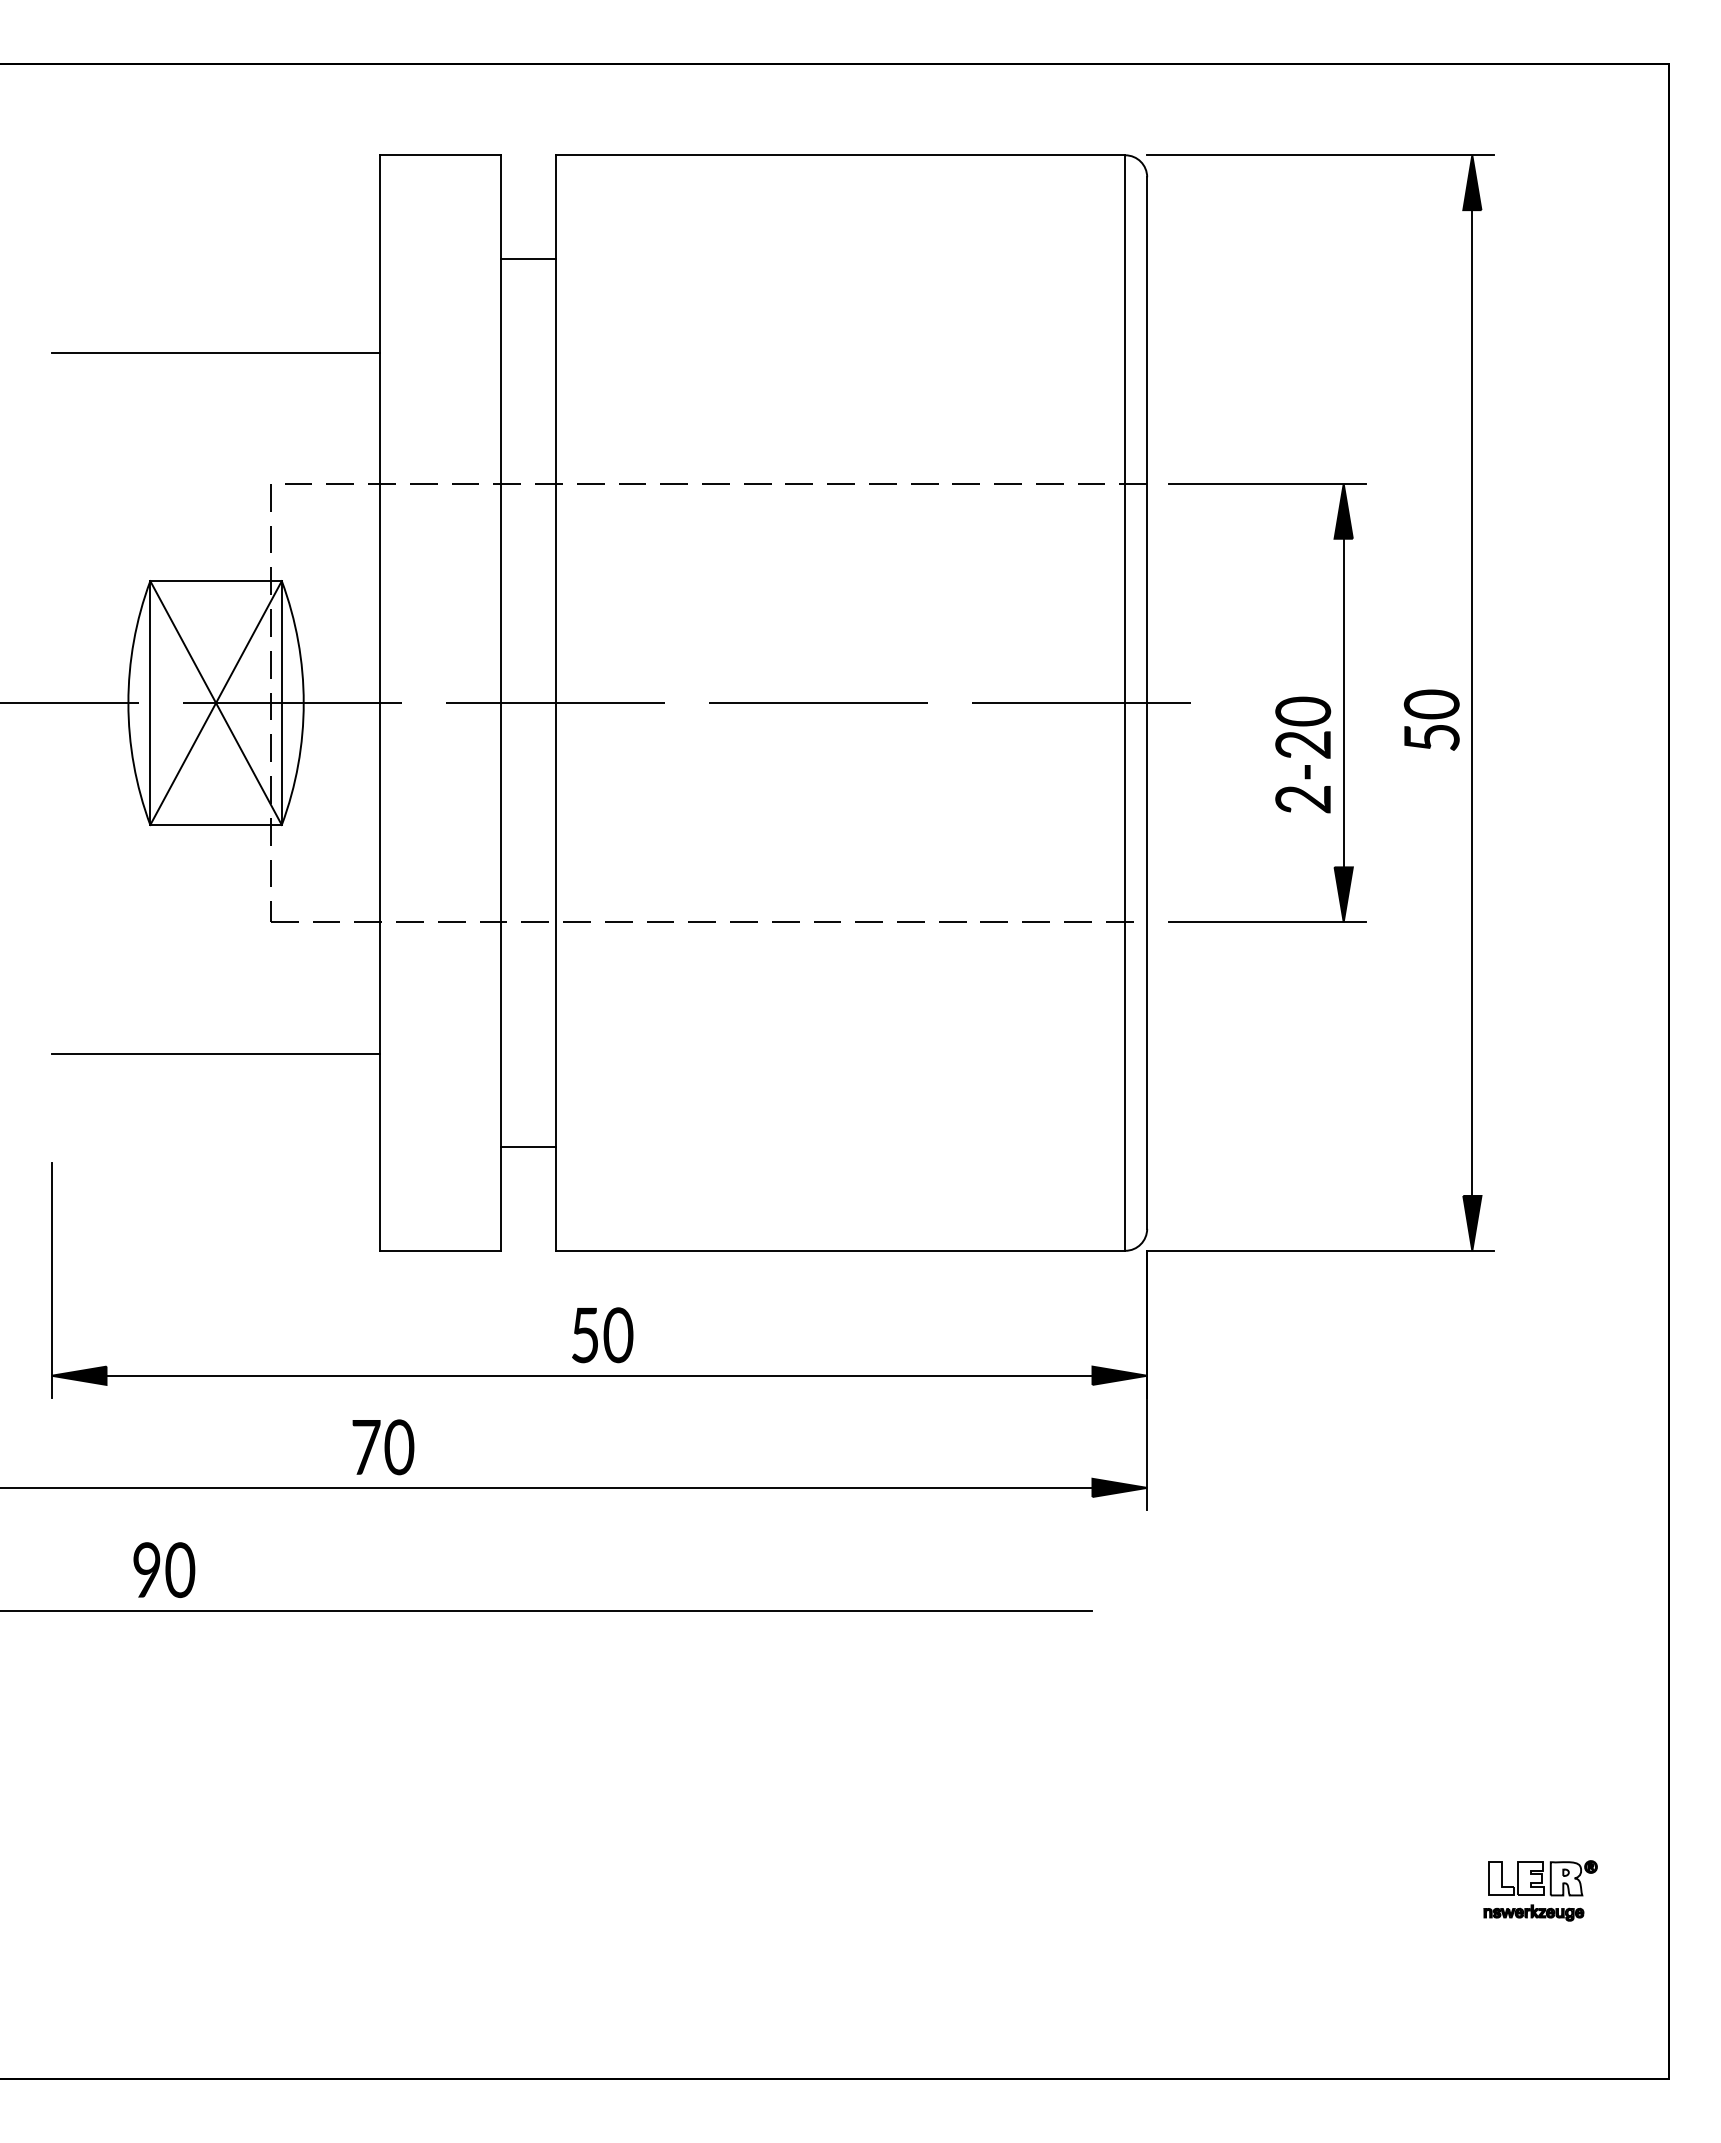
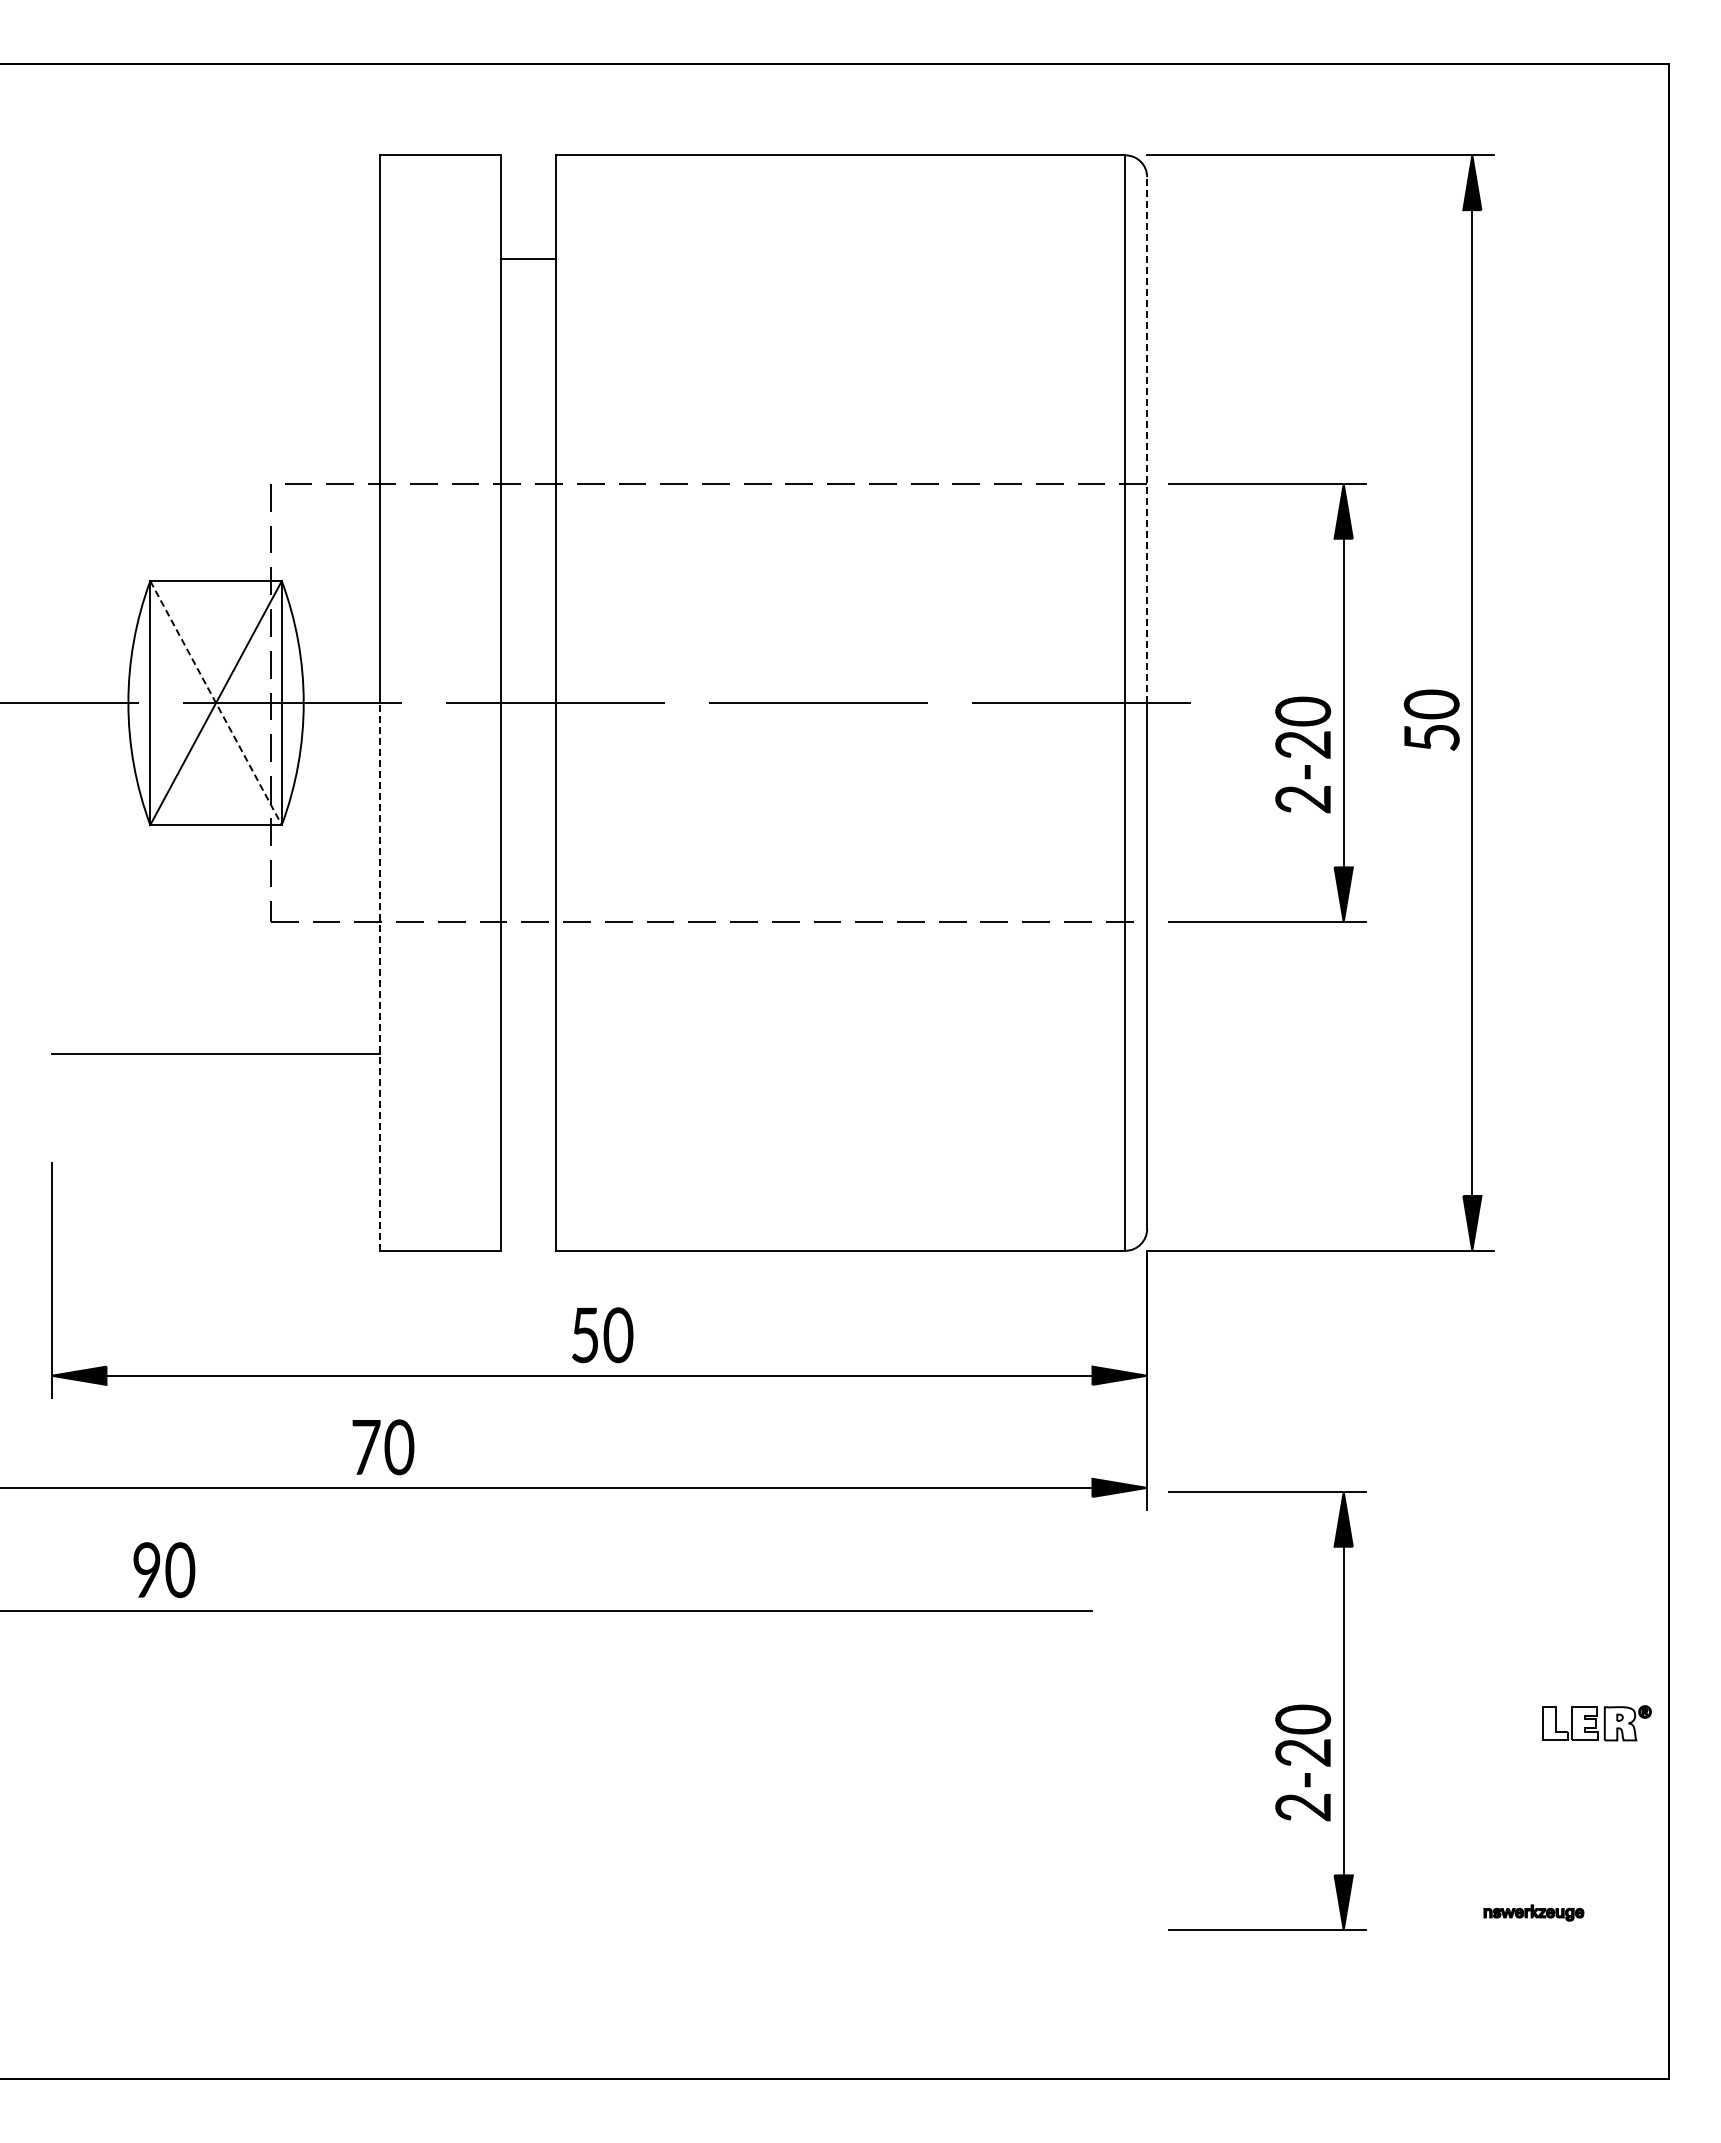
line at (215, 352): present -> none
line at (1147, 440): solid -> dashed
line at (216, 703): solid -> dashed
line at (380, 976): solid -> dashed
line at (527, 1146): present -> none
part at (1276, 1714): none -> present
part at (1542, 1878) position: (1542, 1878) -> (1596, 1723)
